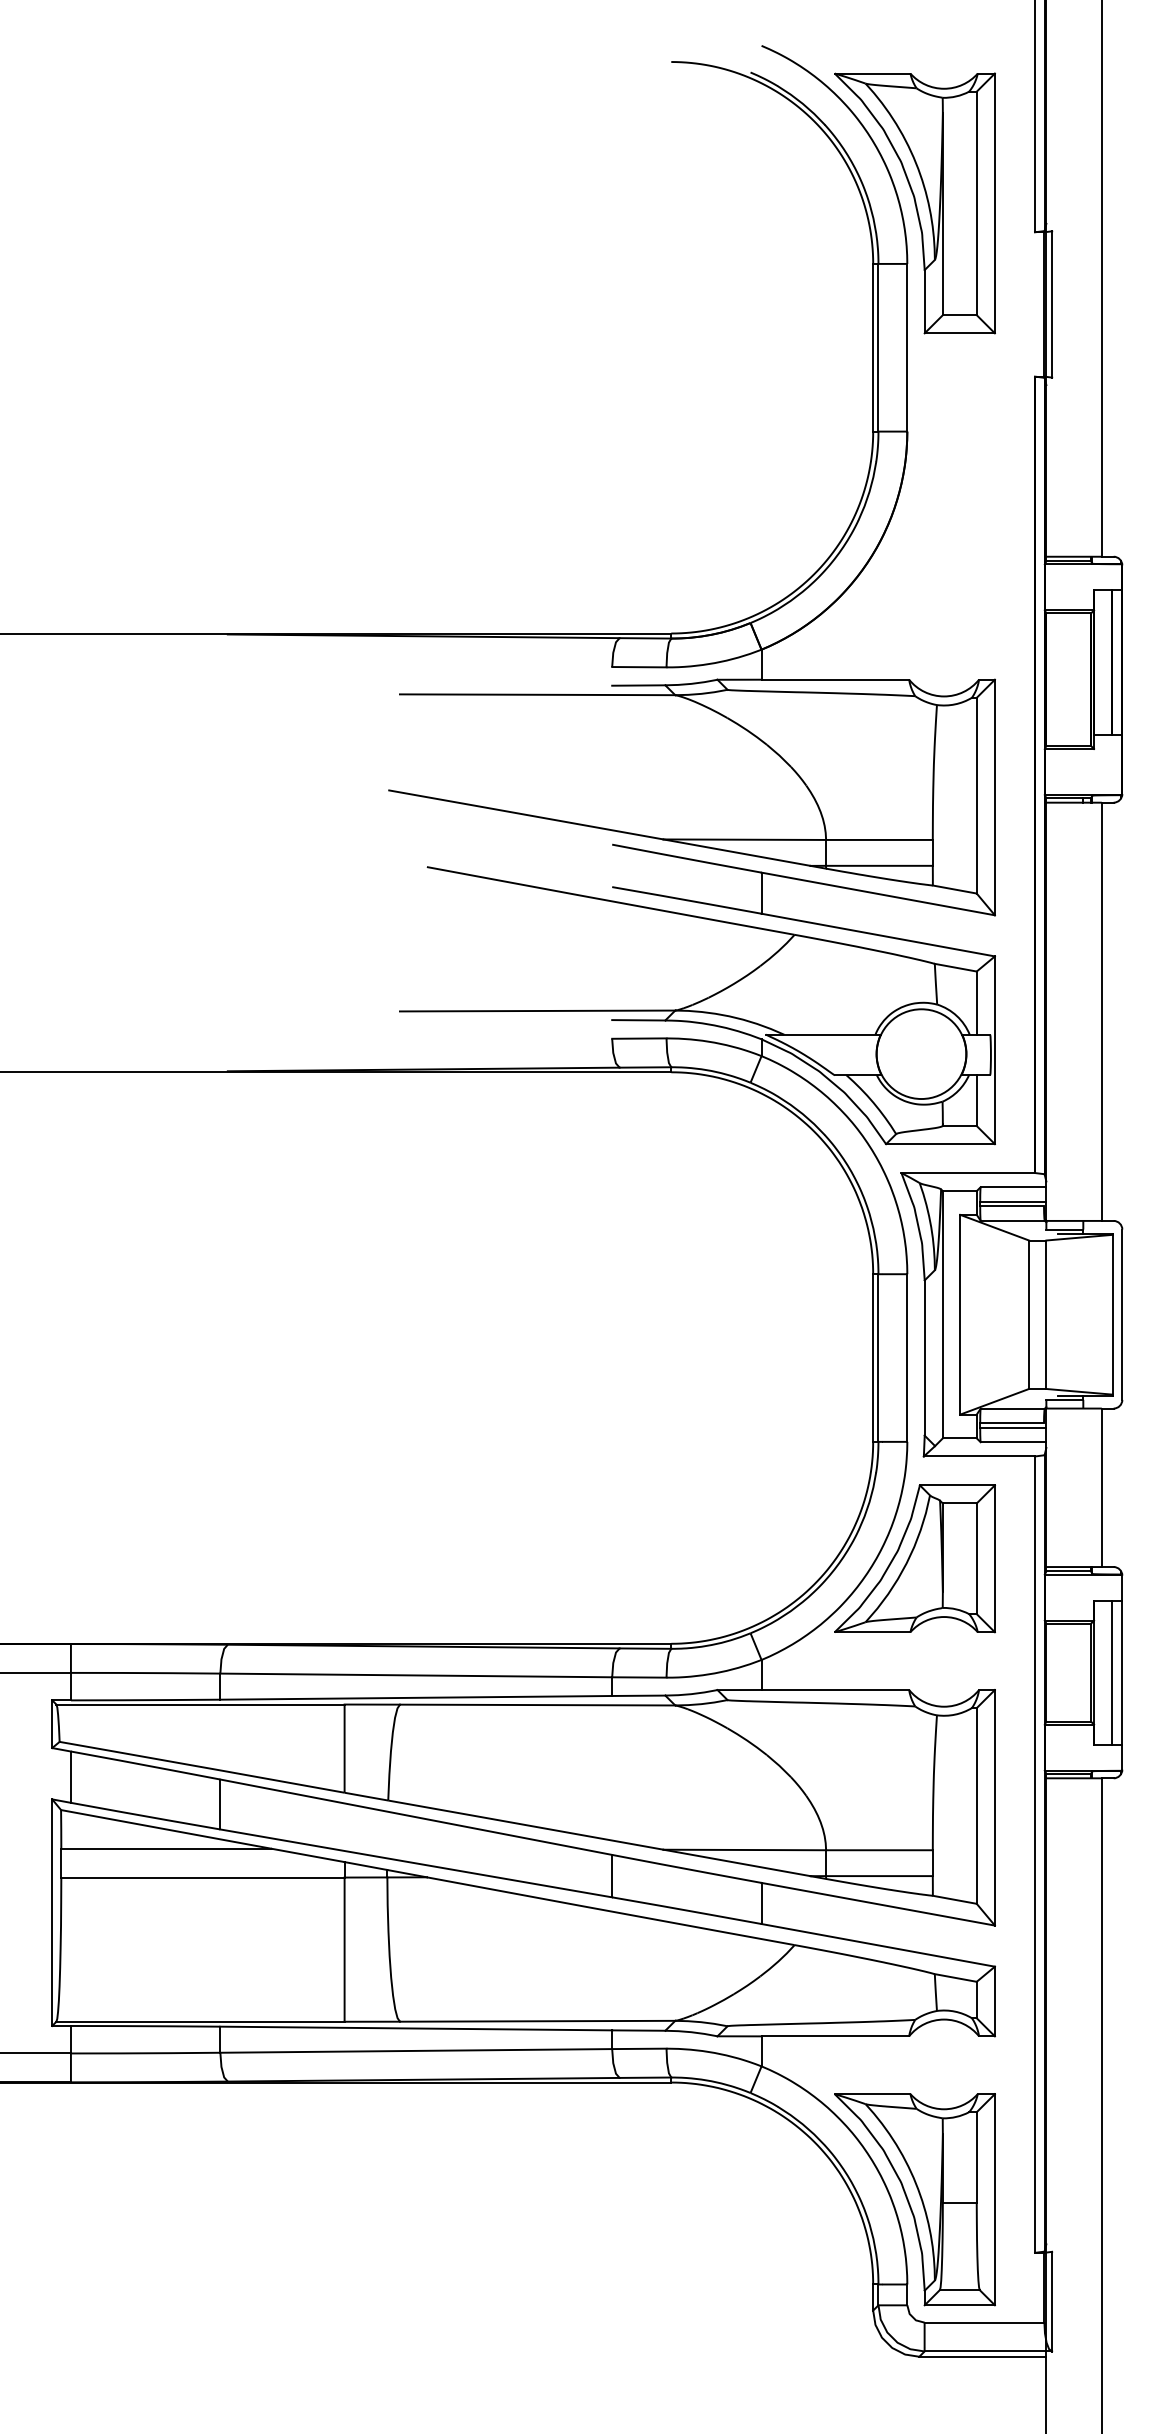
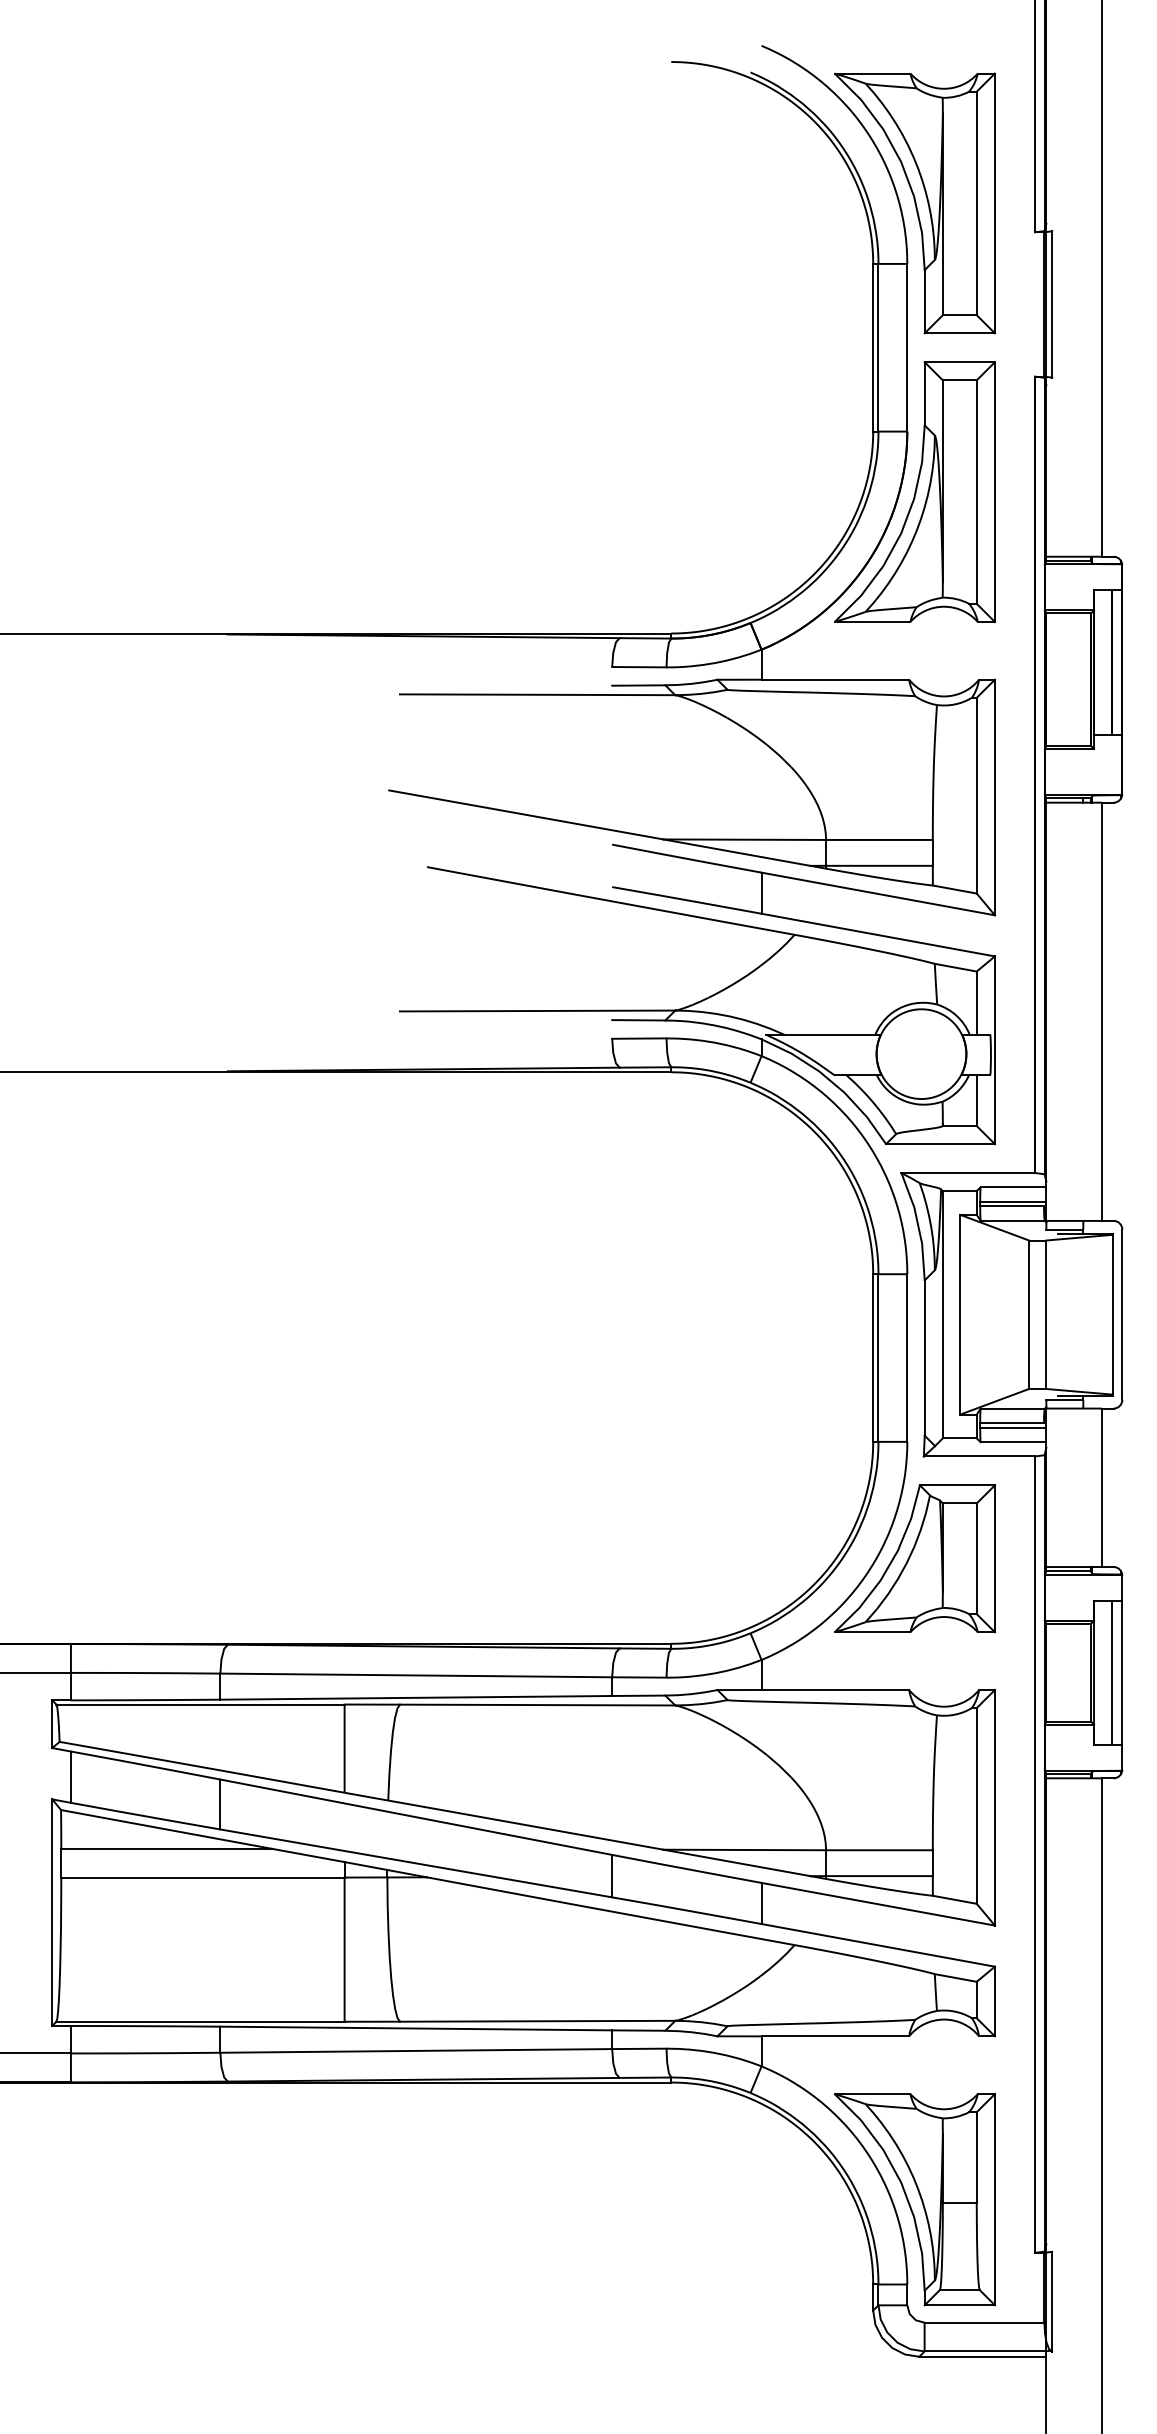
part at (914, 491): none -> present
